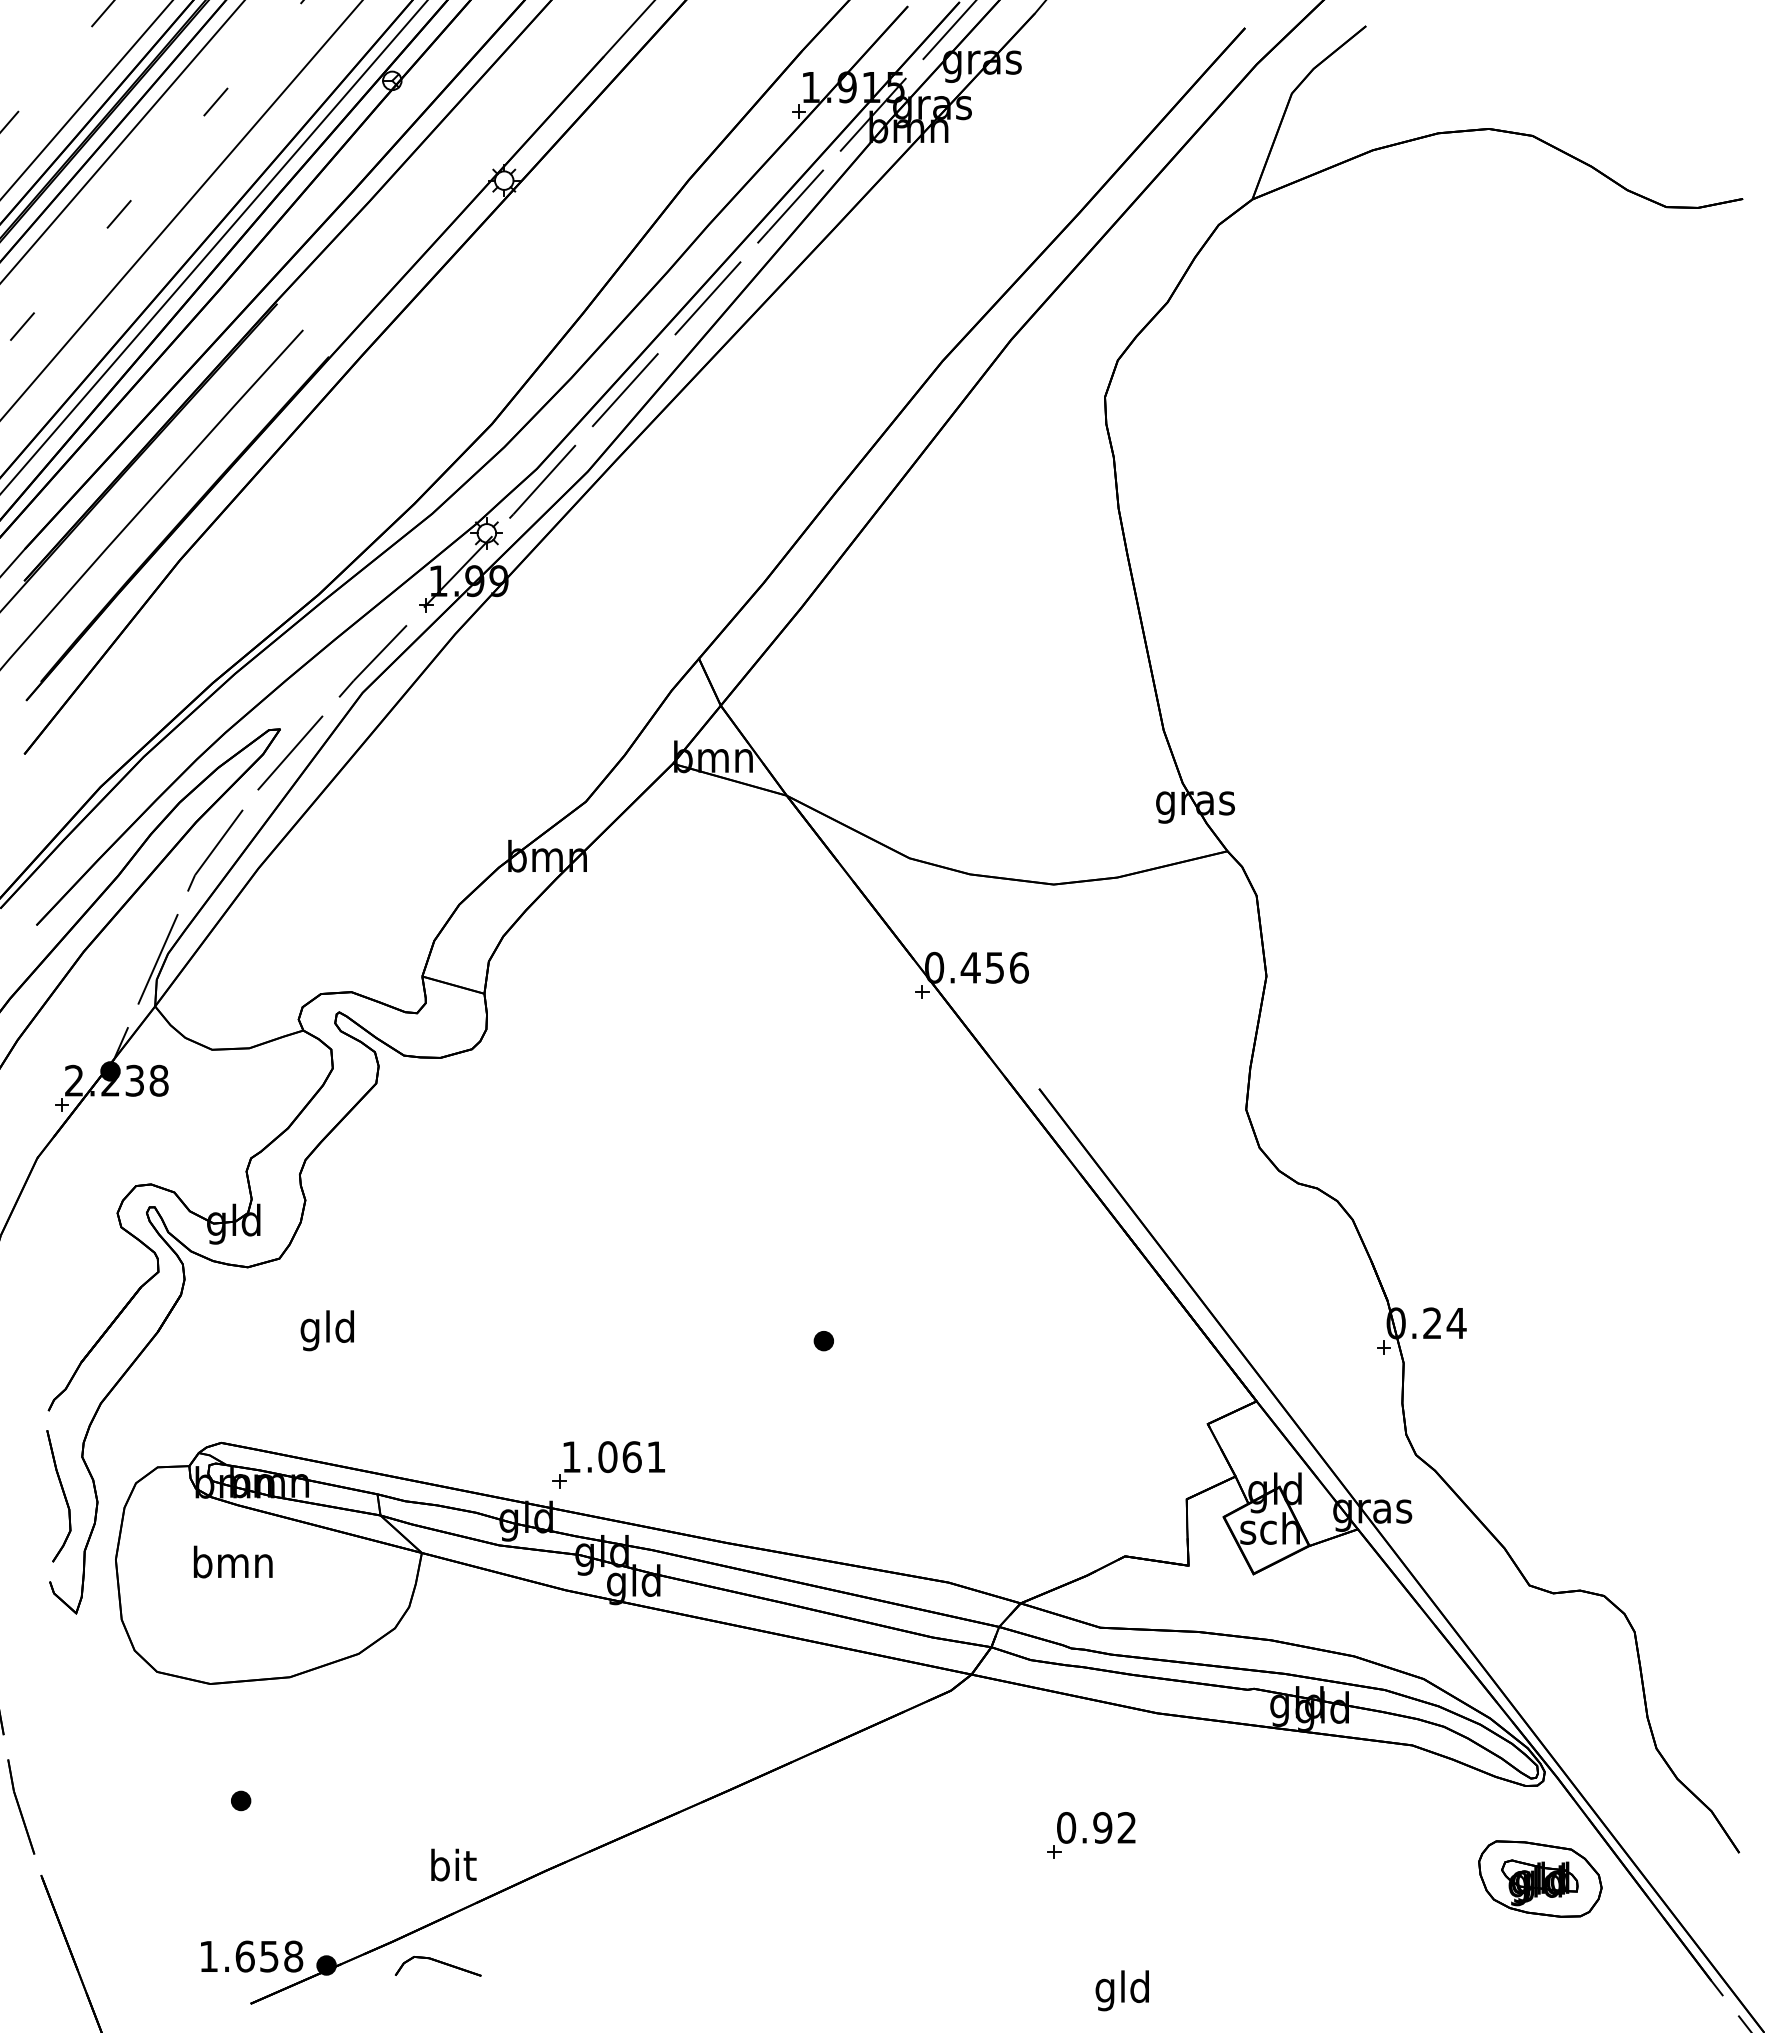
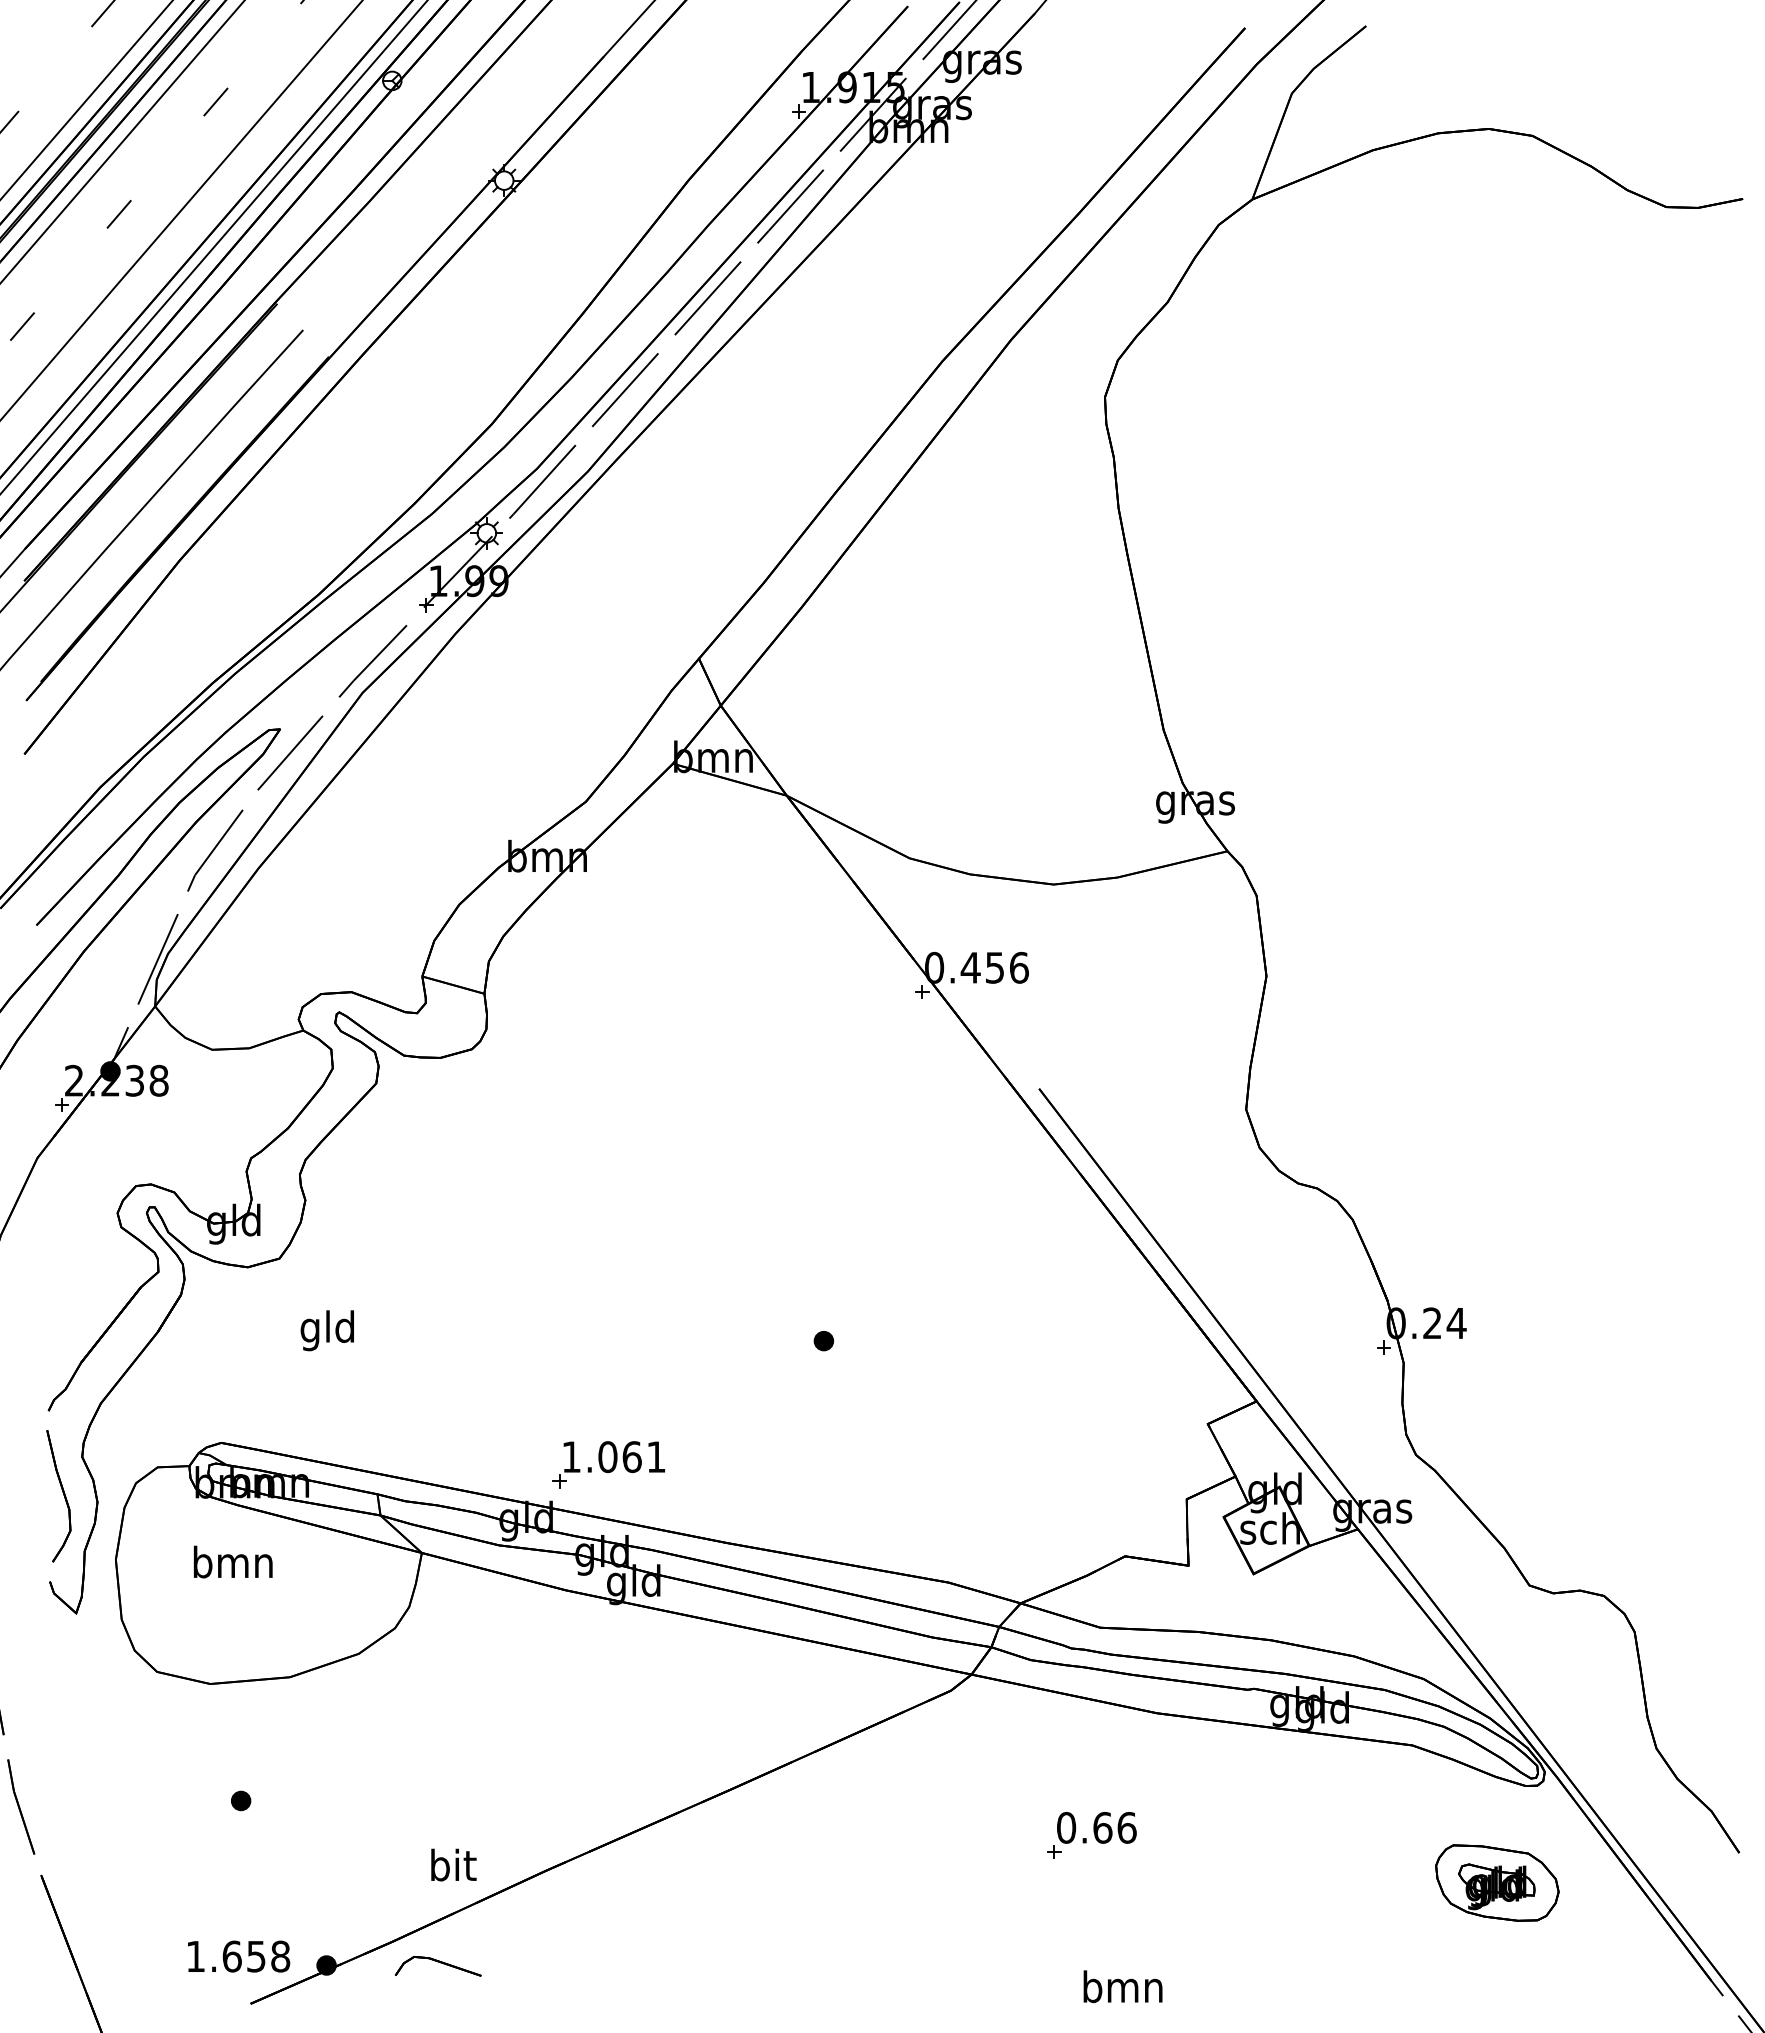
text at (1114, 1827): 0.92 -> 0.66
part at (1540, 1878) position: (1540, 1878) -> (1497, 1882)
text at (252, 1956) position: (252, 1956) -> (239, 1956)
text at (1122, 1990): gld -> bmn
